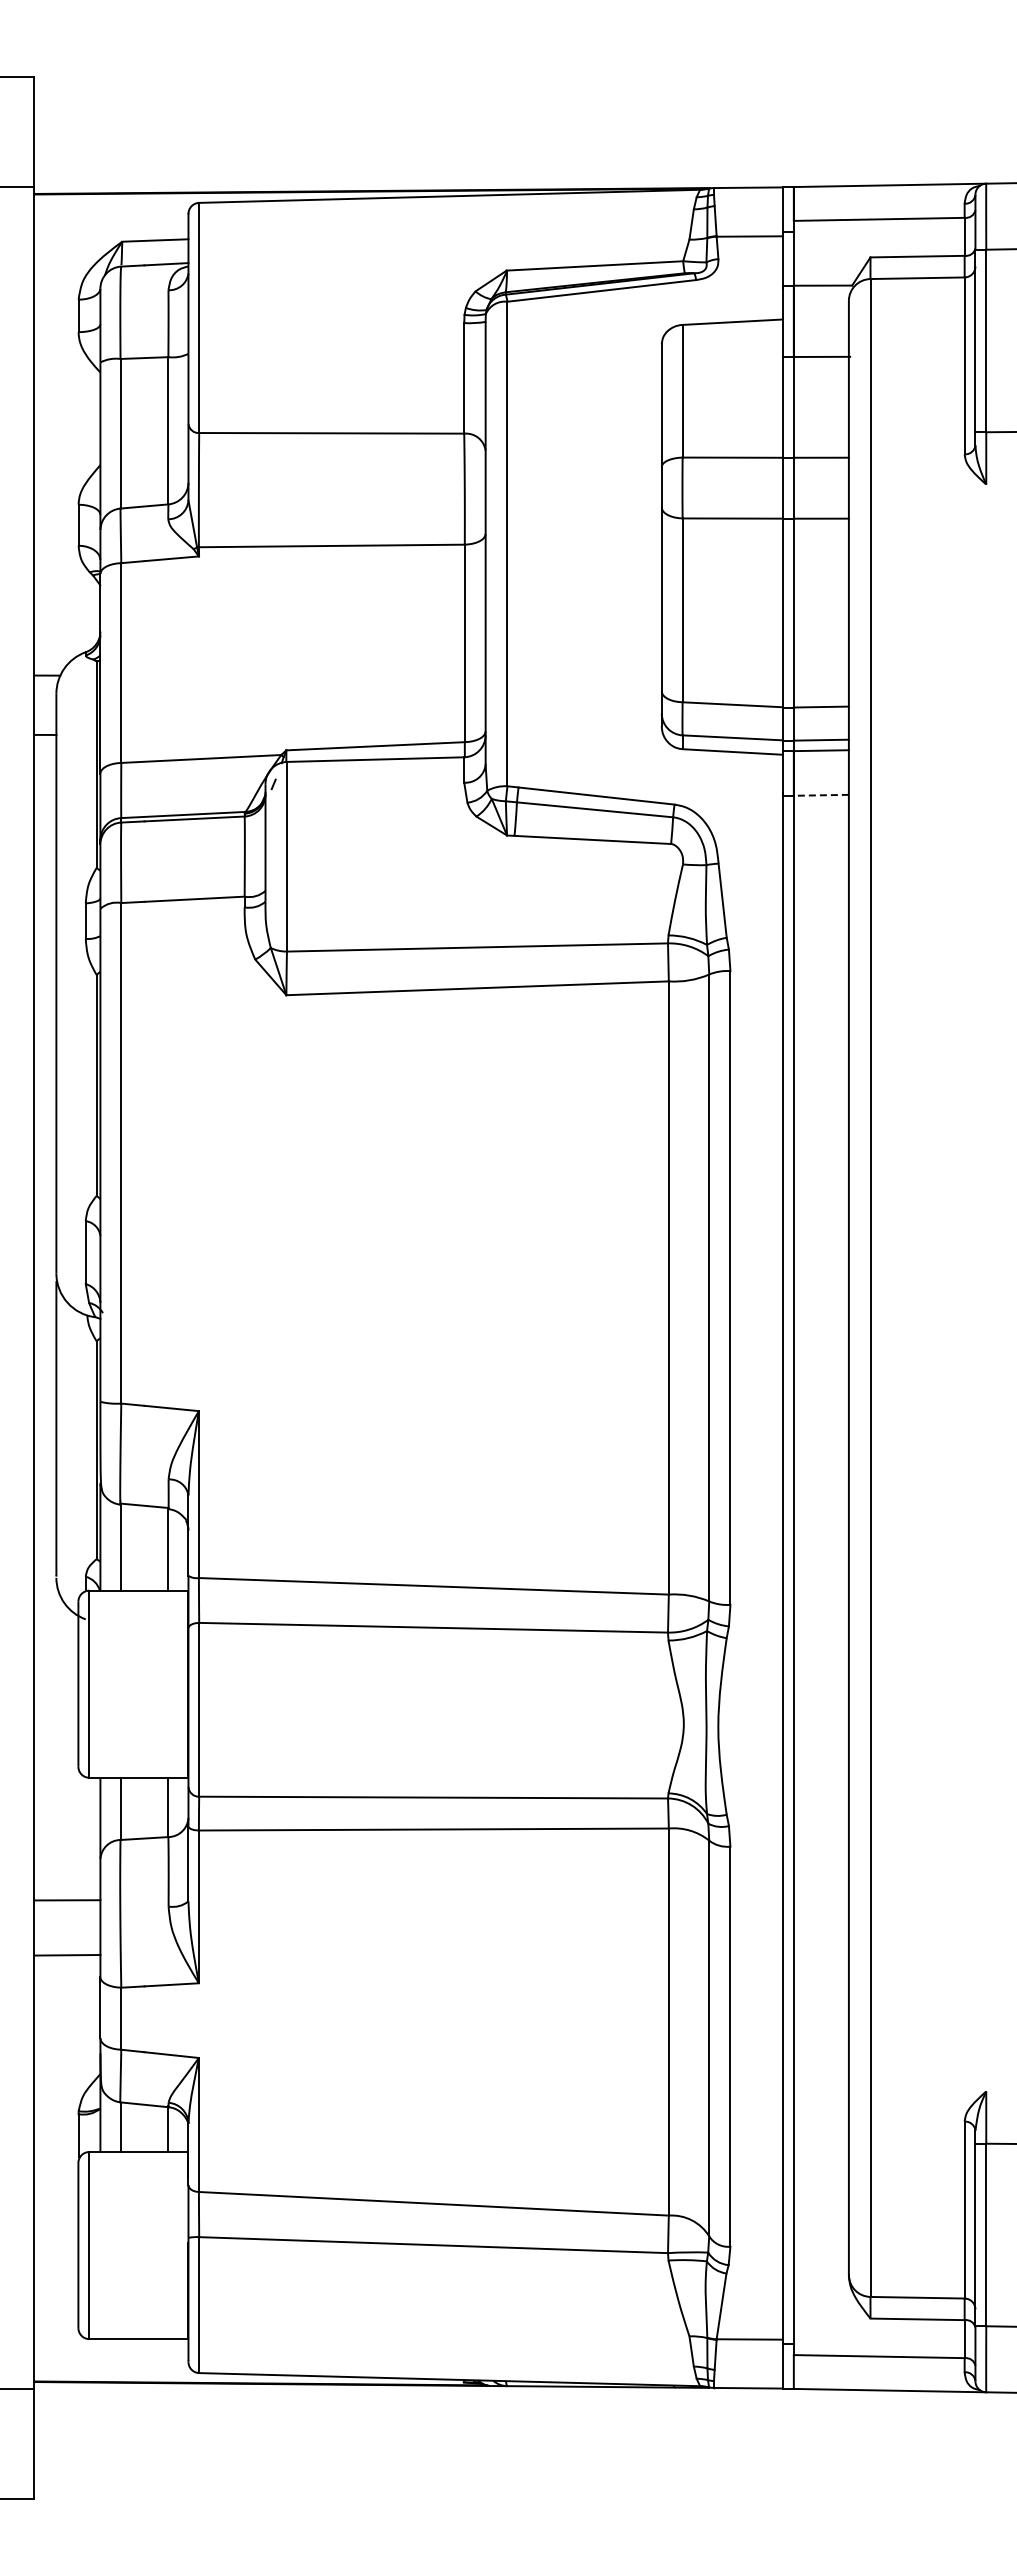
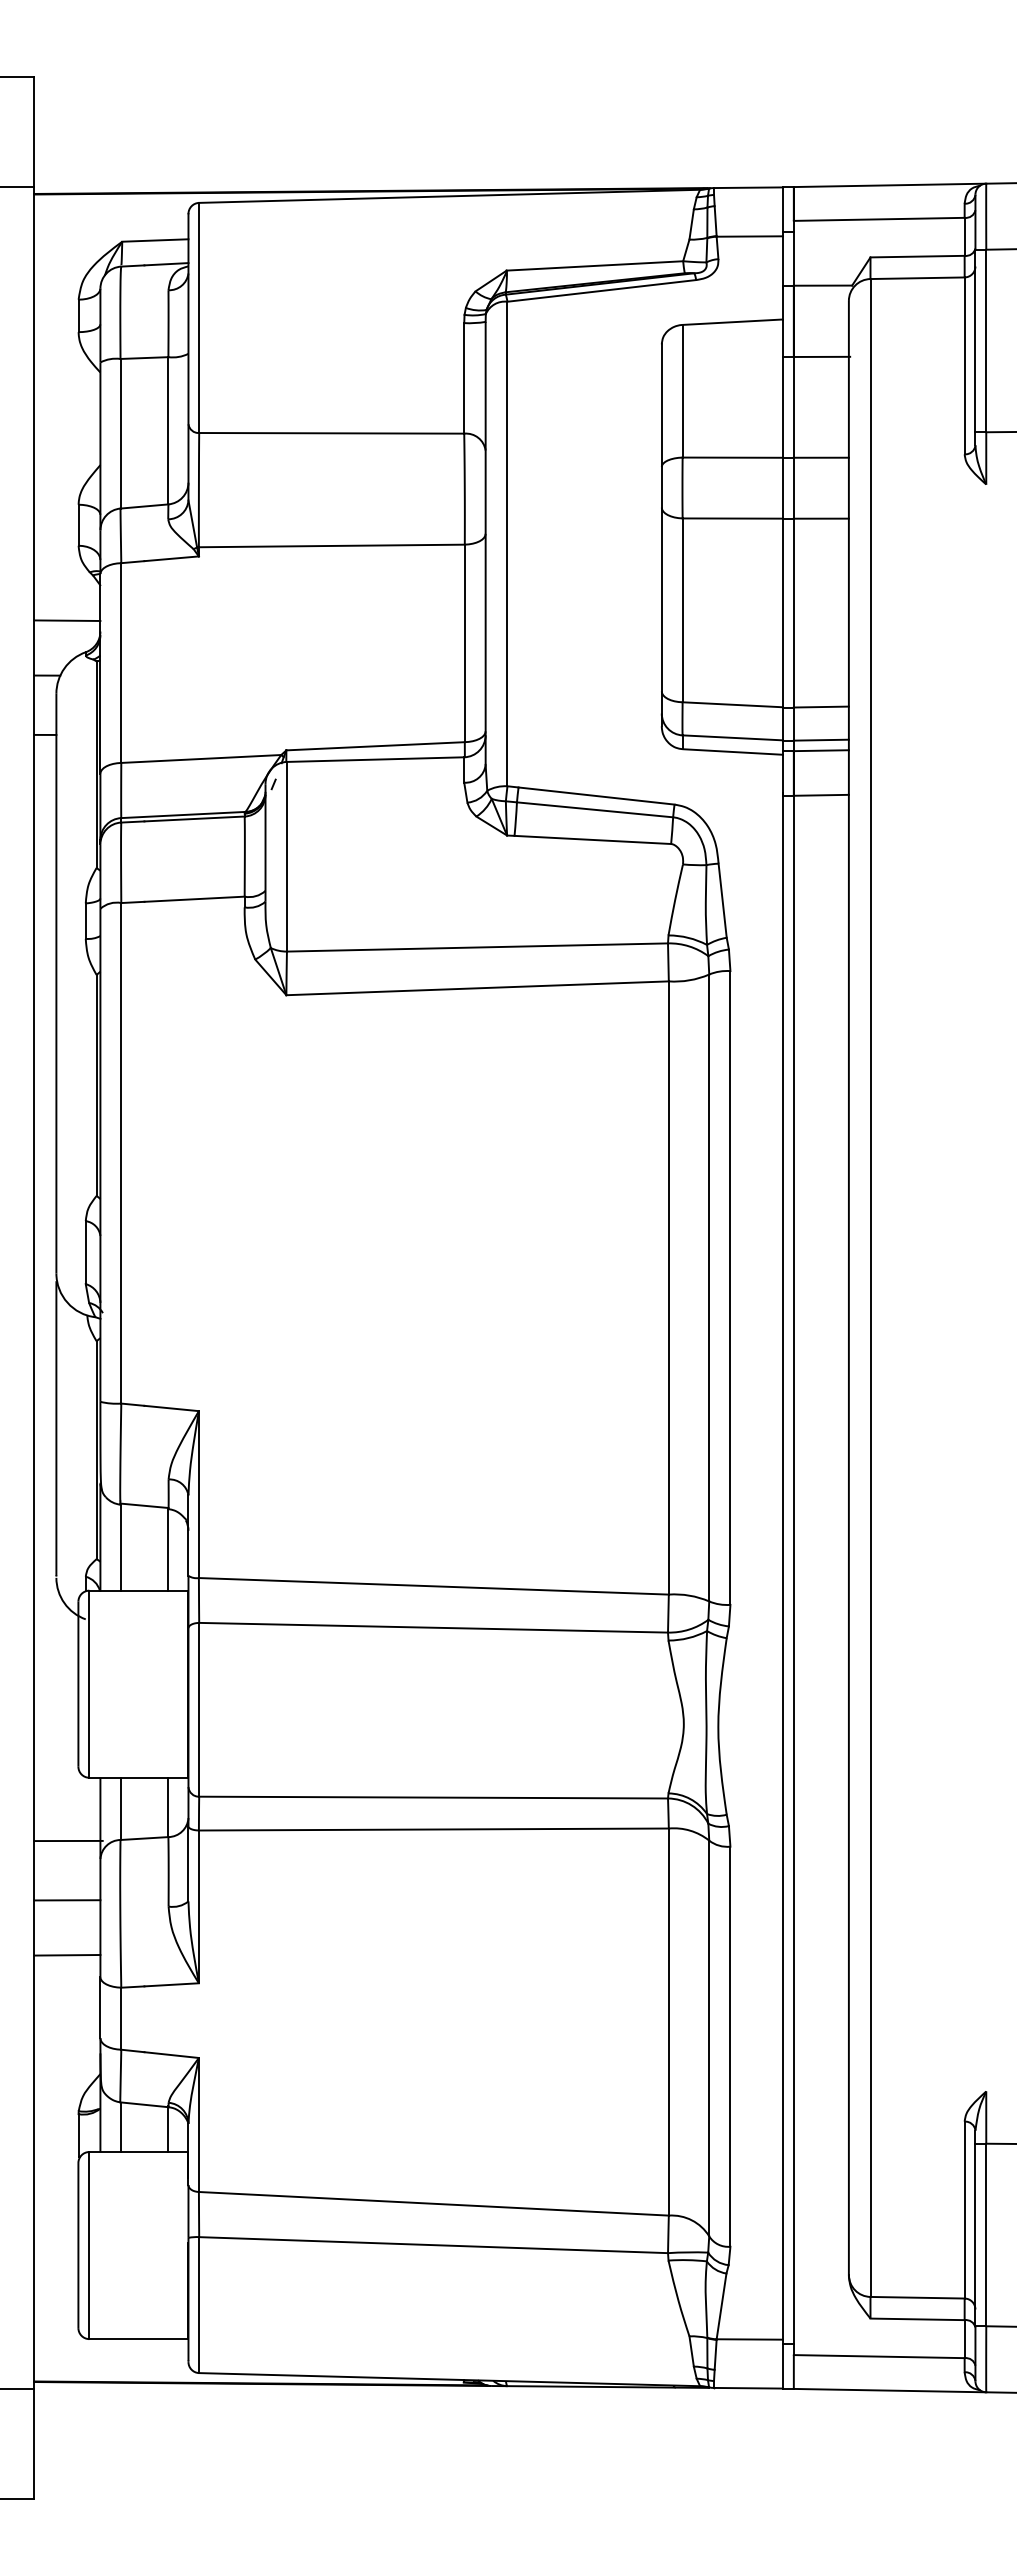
line at (67, 620): none -> present
line at (821, 795): dashed -> solid
line at (68, 1840): none -> present
